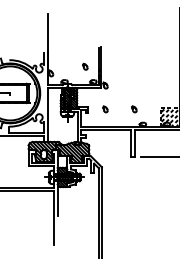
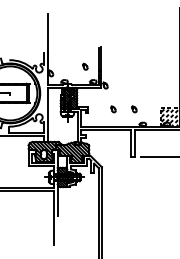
part at (105, 109) position: (105, 109) -> (113, 109)
